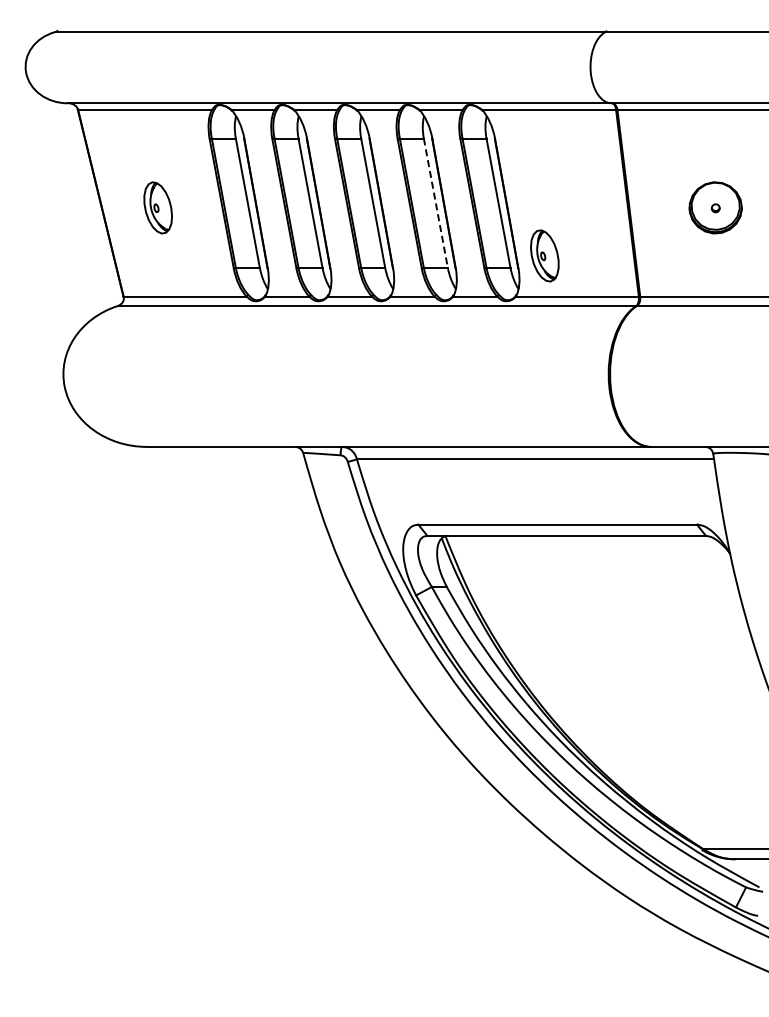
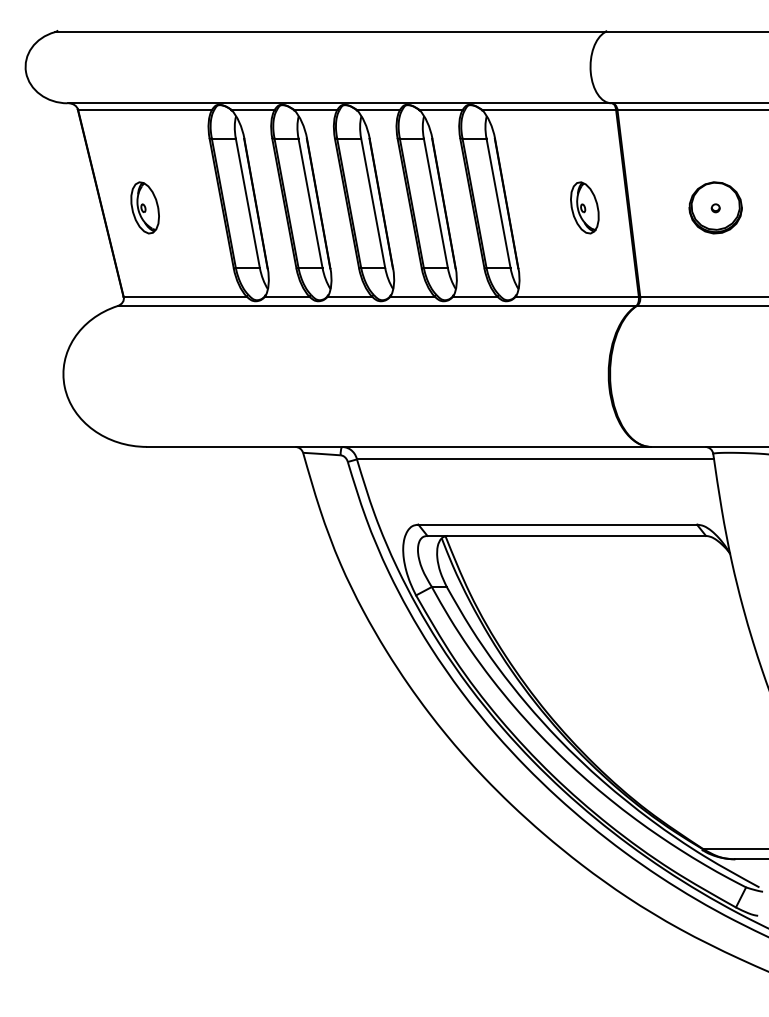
line at (435, 203): dashed -> solid
part at (157, 207) position: (157, 207) -> (144, 207)
part at (544, 255) position: (544, 255) -> (584, 207)
